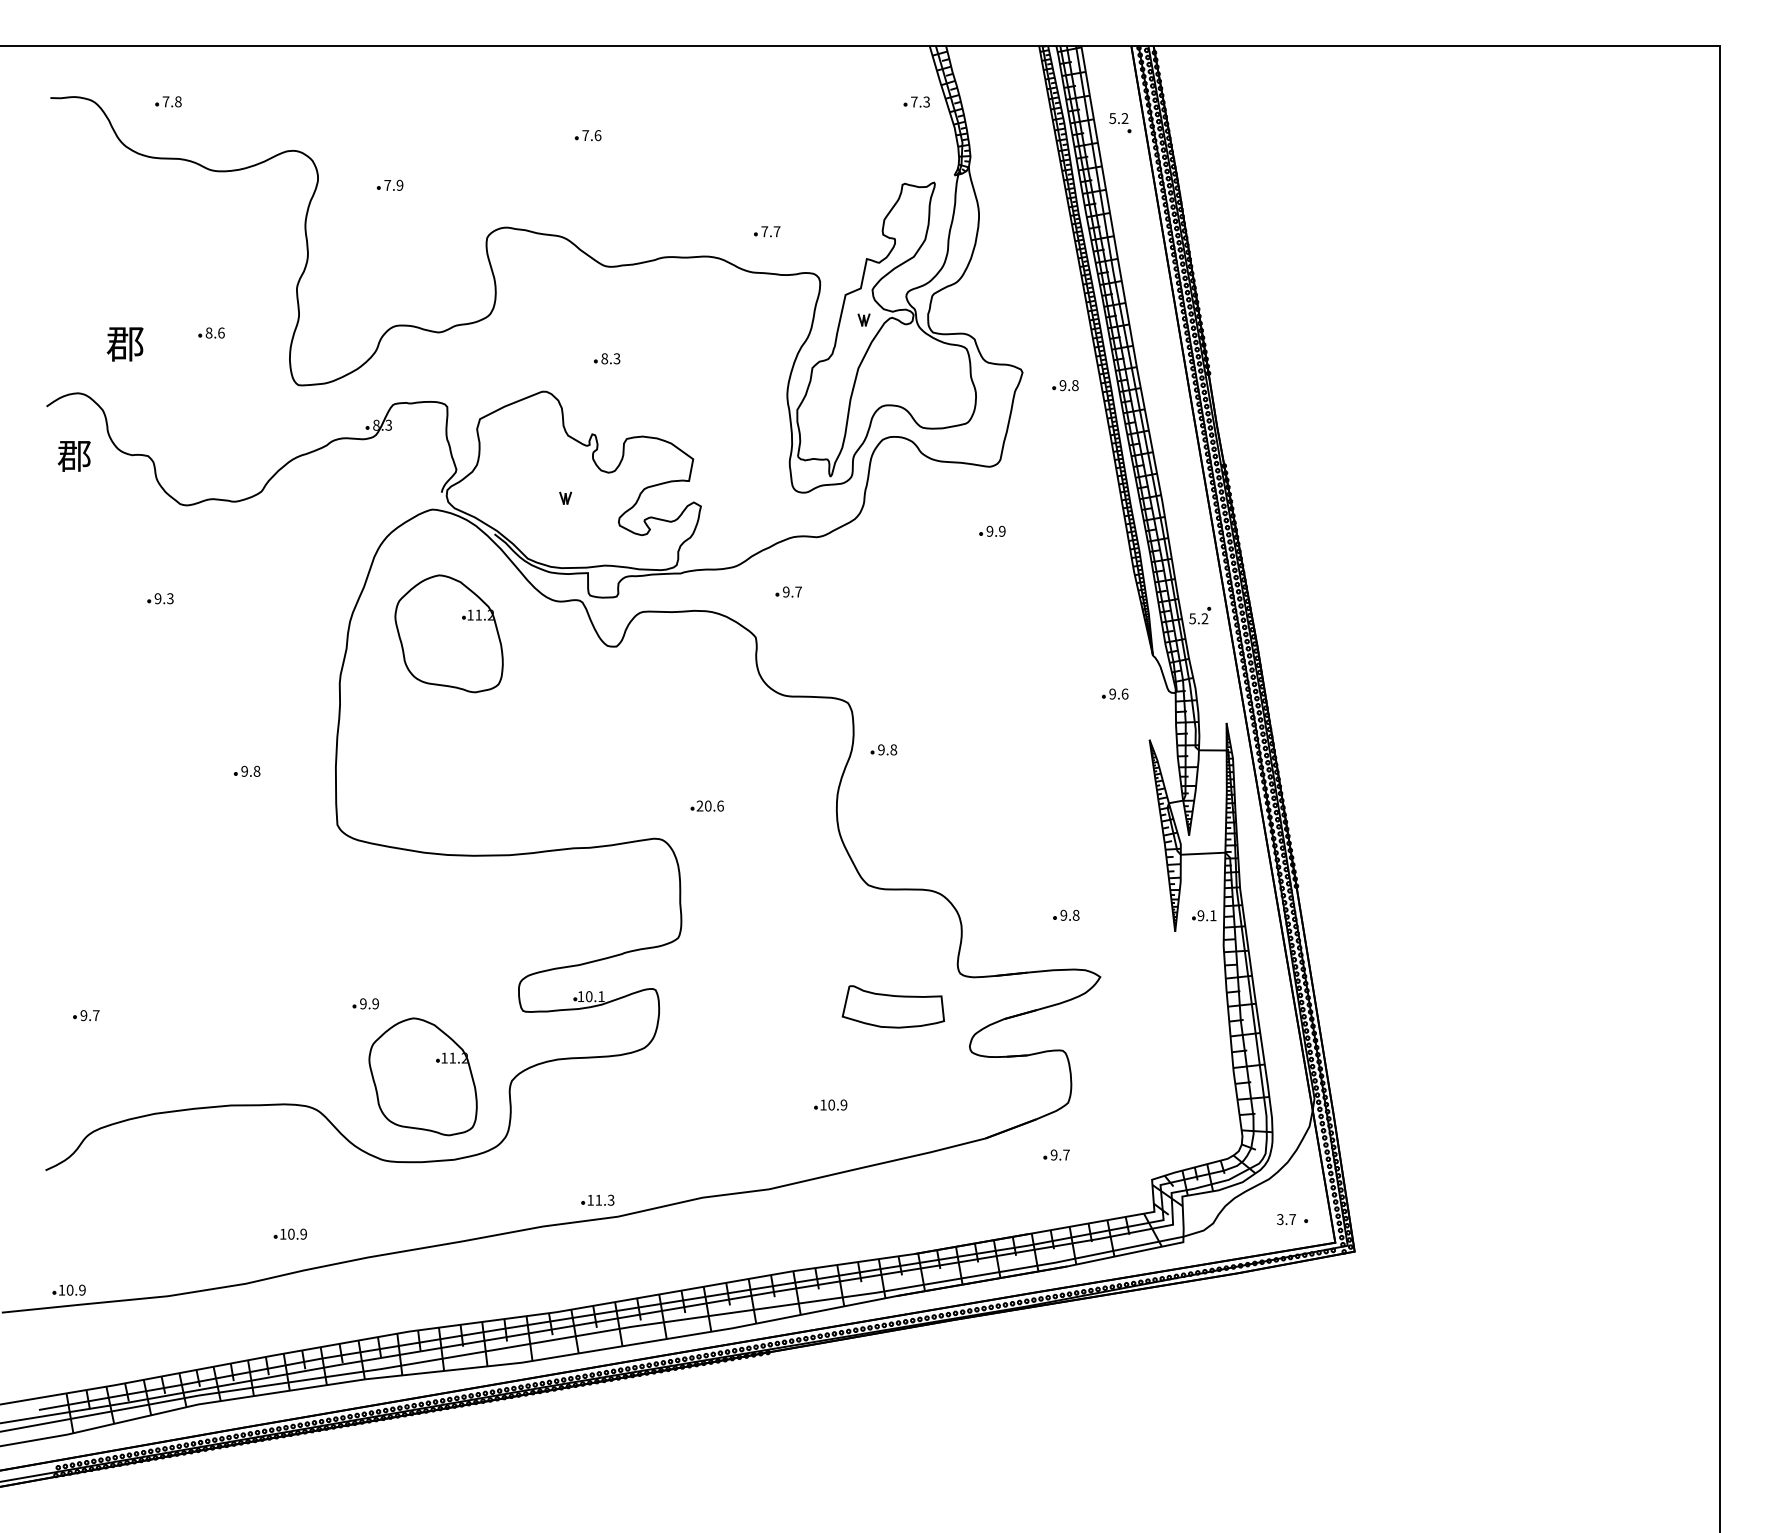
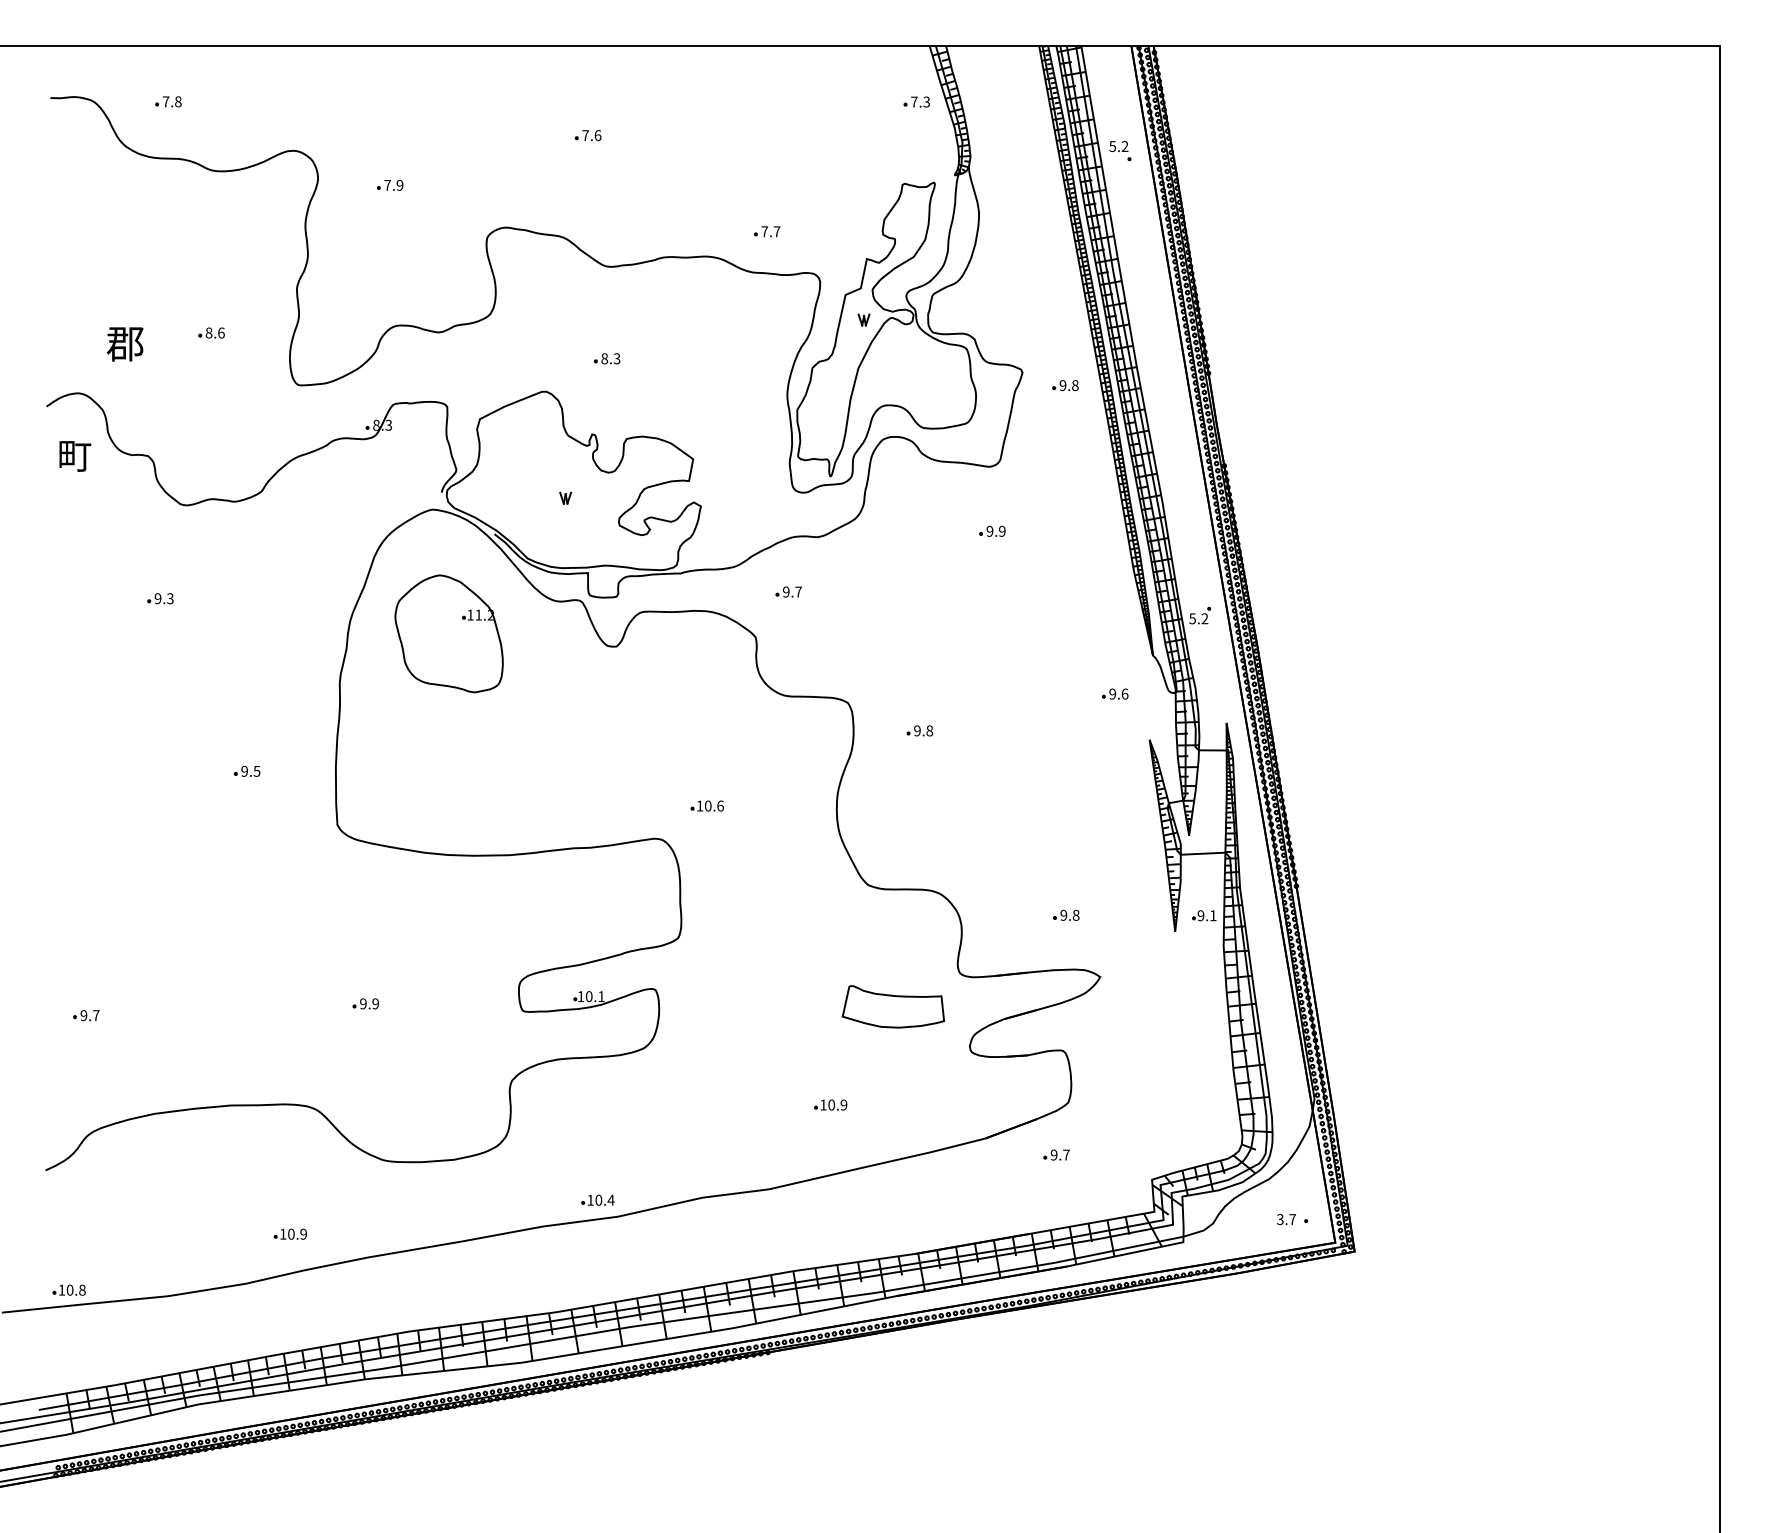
part at (1120, 123) position: (1120, 123) -> (1120, 151)
text at (74, 456): 郡 -> 町
part at (883, 749) position: (883, 749) -> (919, 730)
text at (256, 770): 9.8 -> 9.5
text at (699, 805): 20.6 -> 10.6
part at (422, 1076): present -> none
text at (604, 1199): 11.3 -> 10.4
text at (82, 1289): 10.9 -> 10.8
